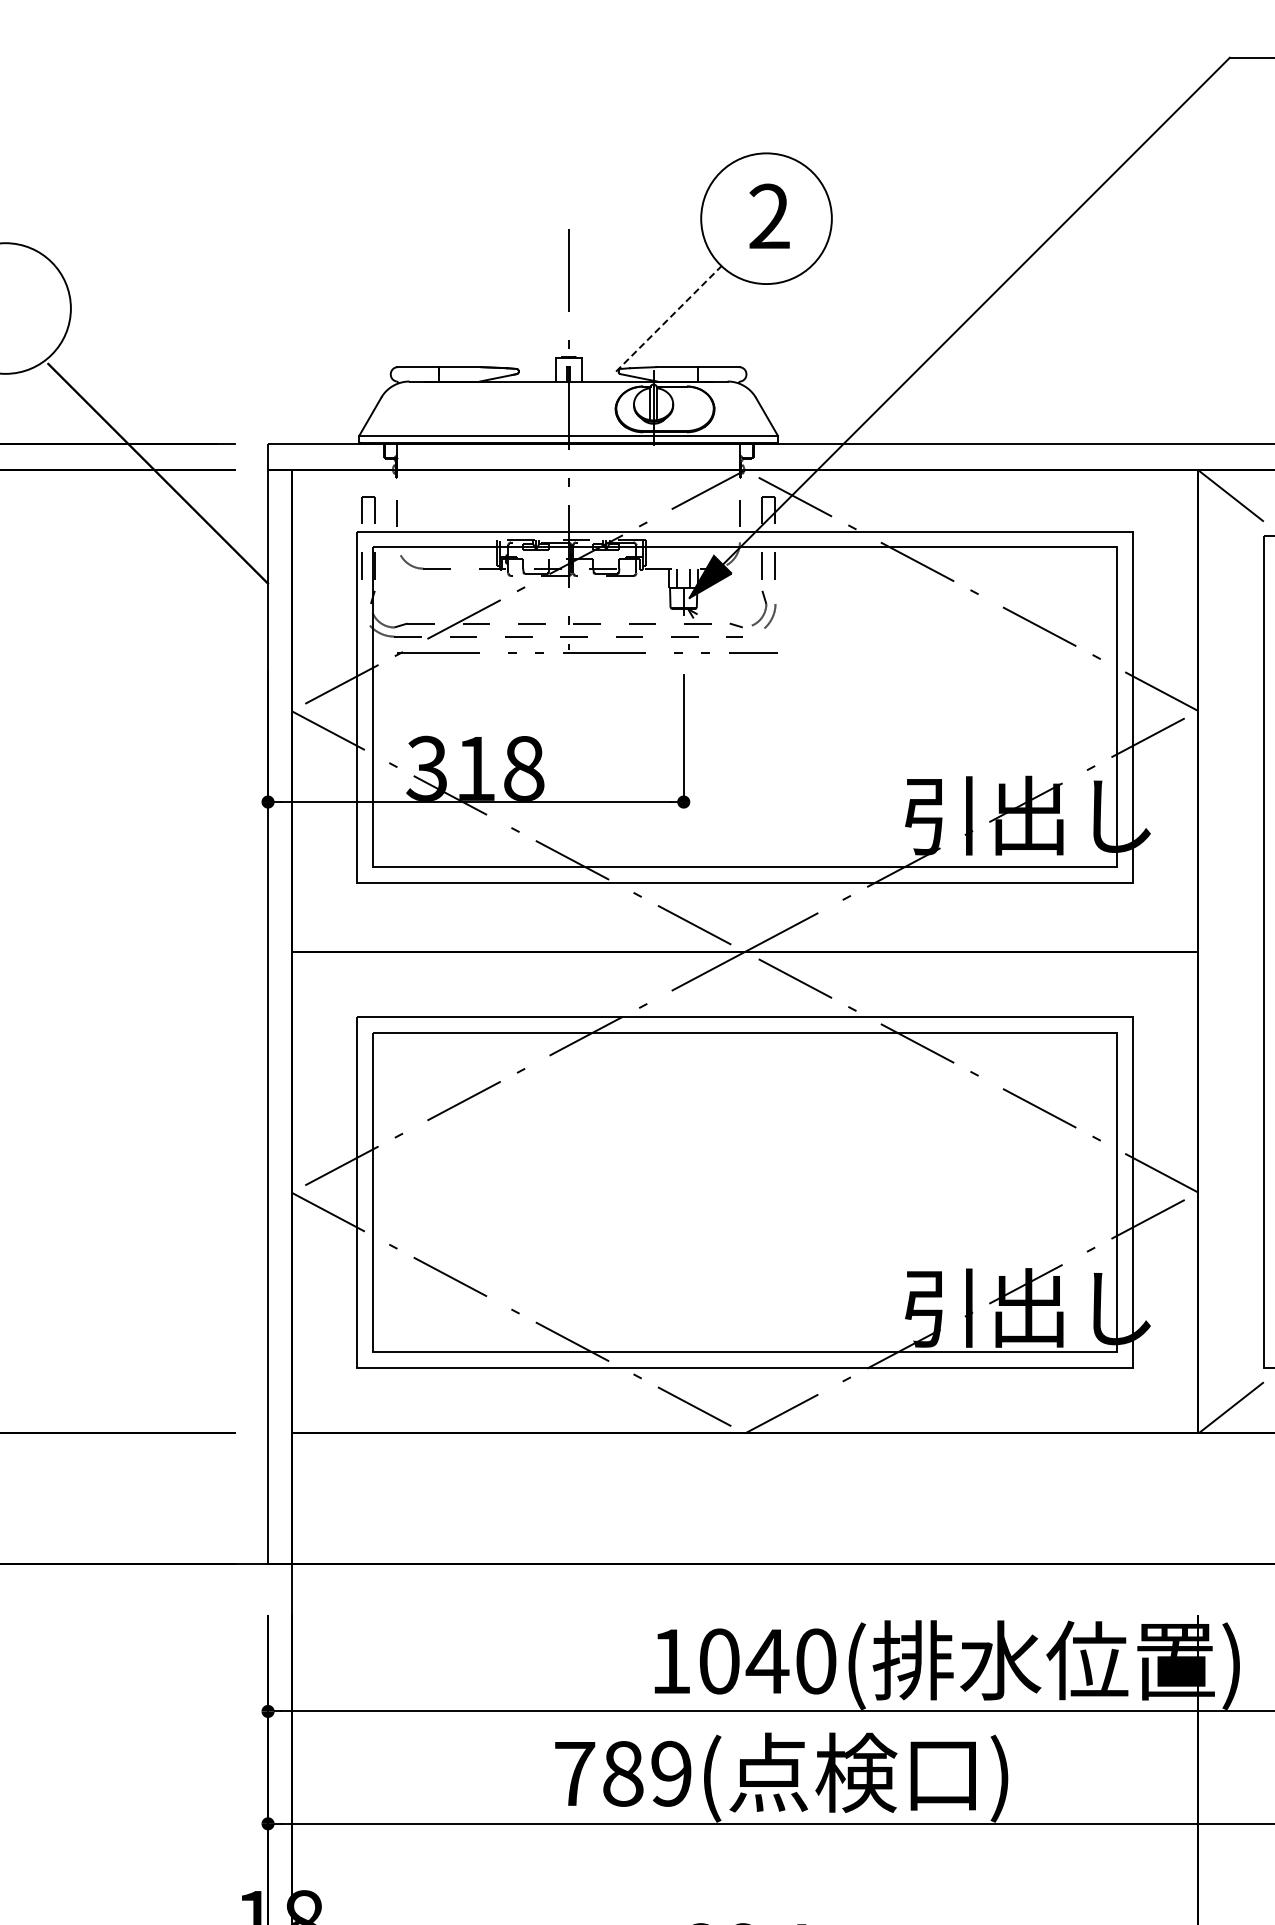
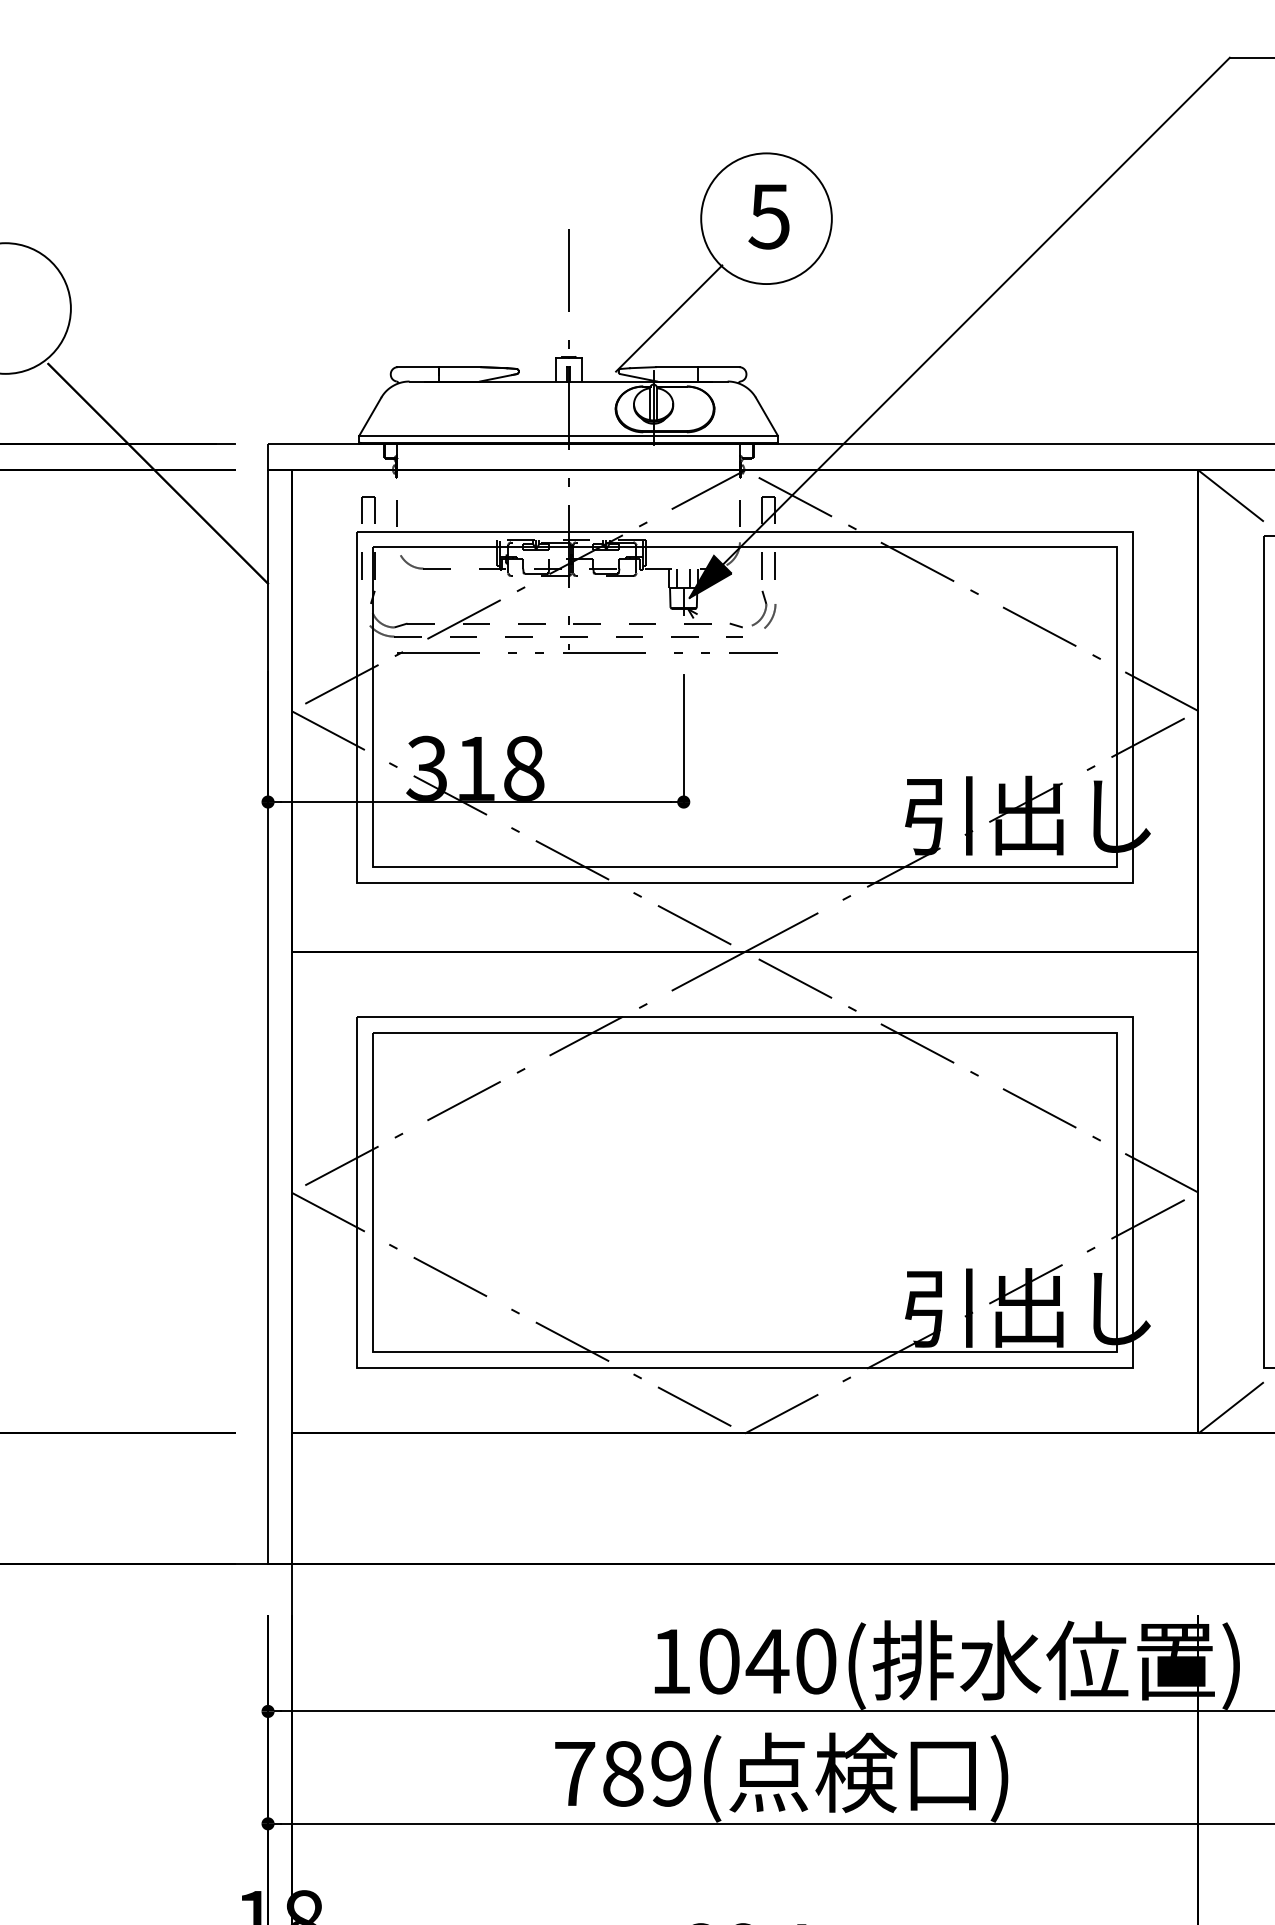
text at (768, 216): 2 -> 5
line at (669, 318): dashed -> solid
